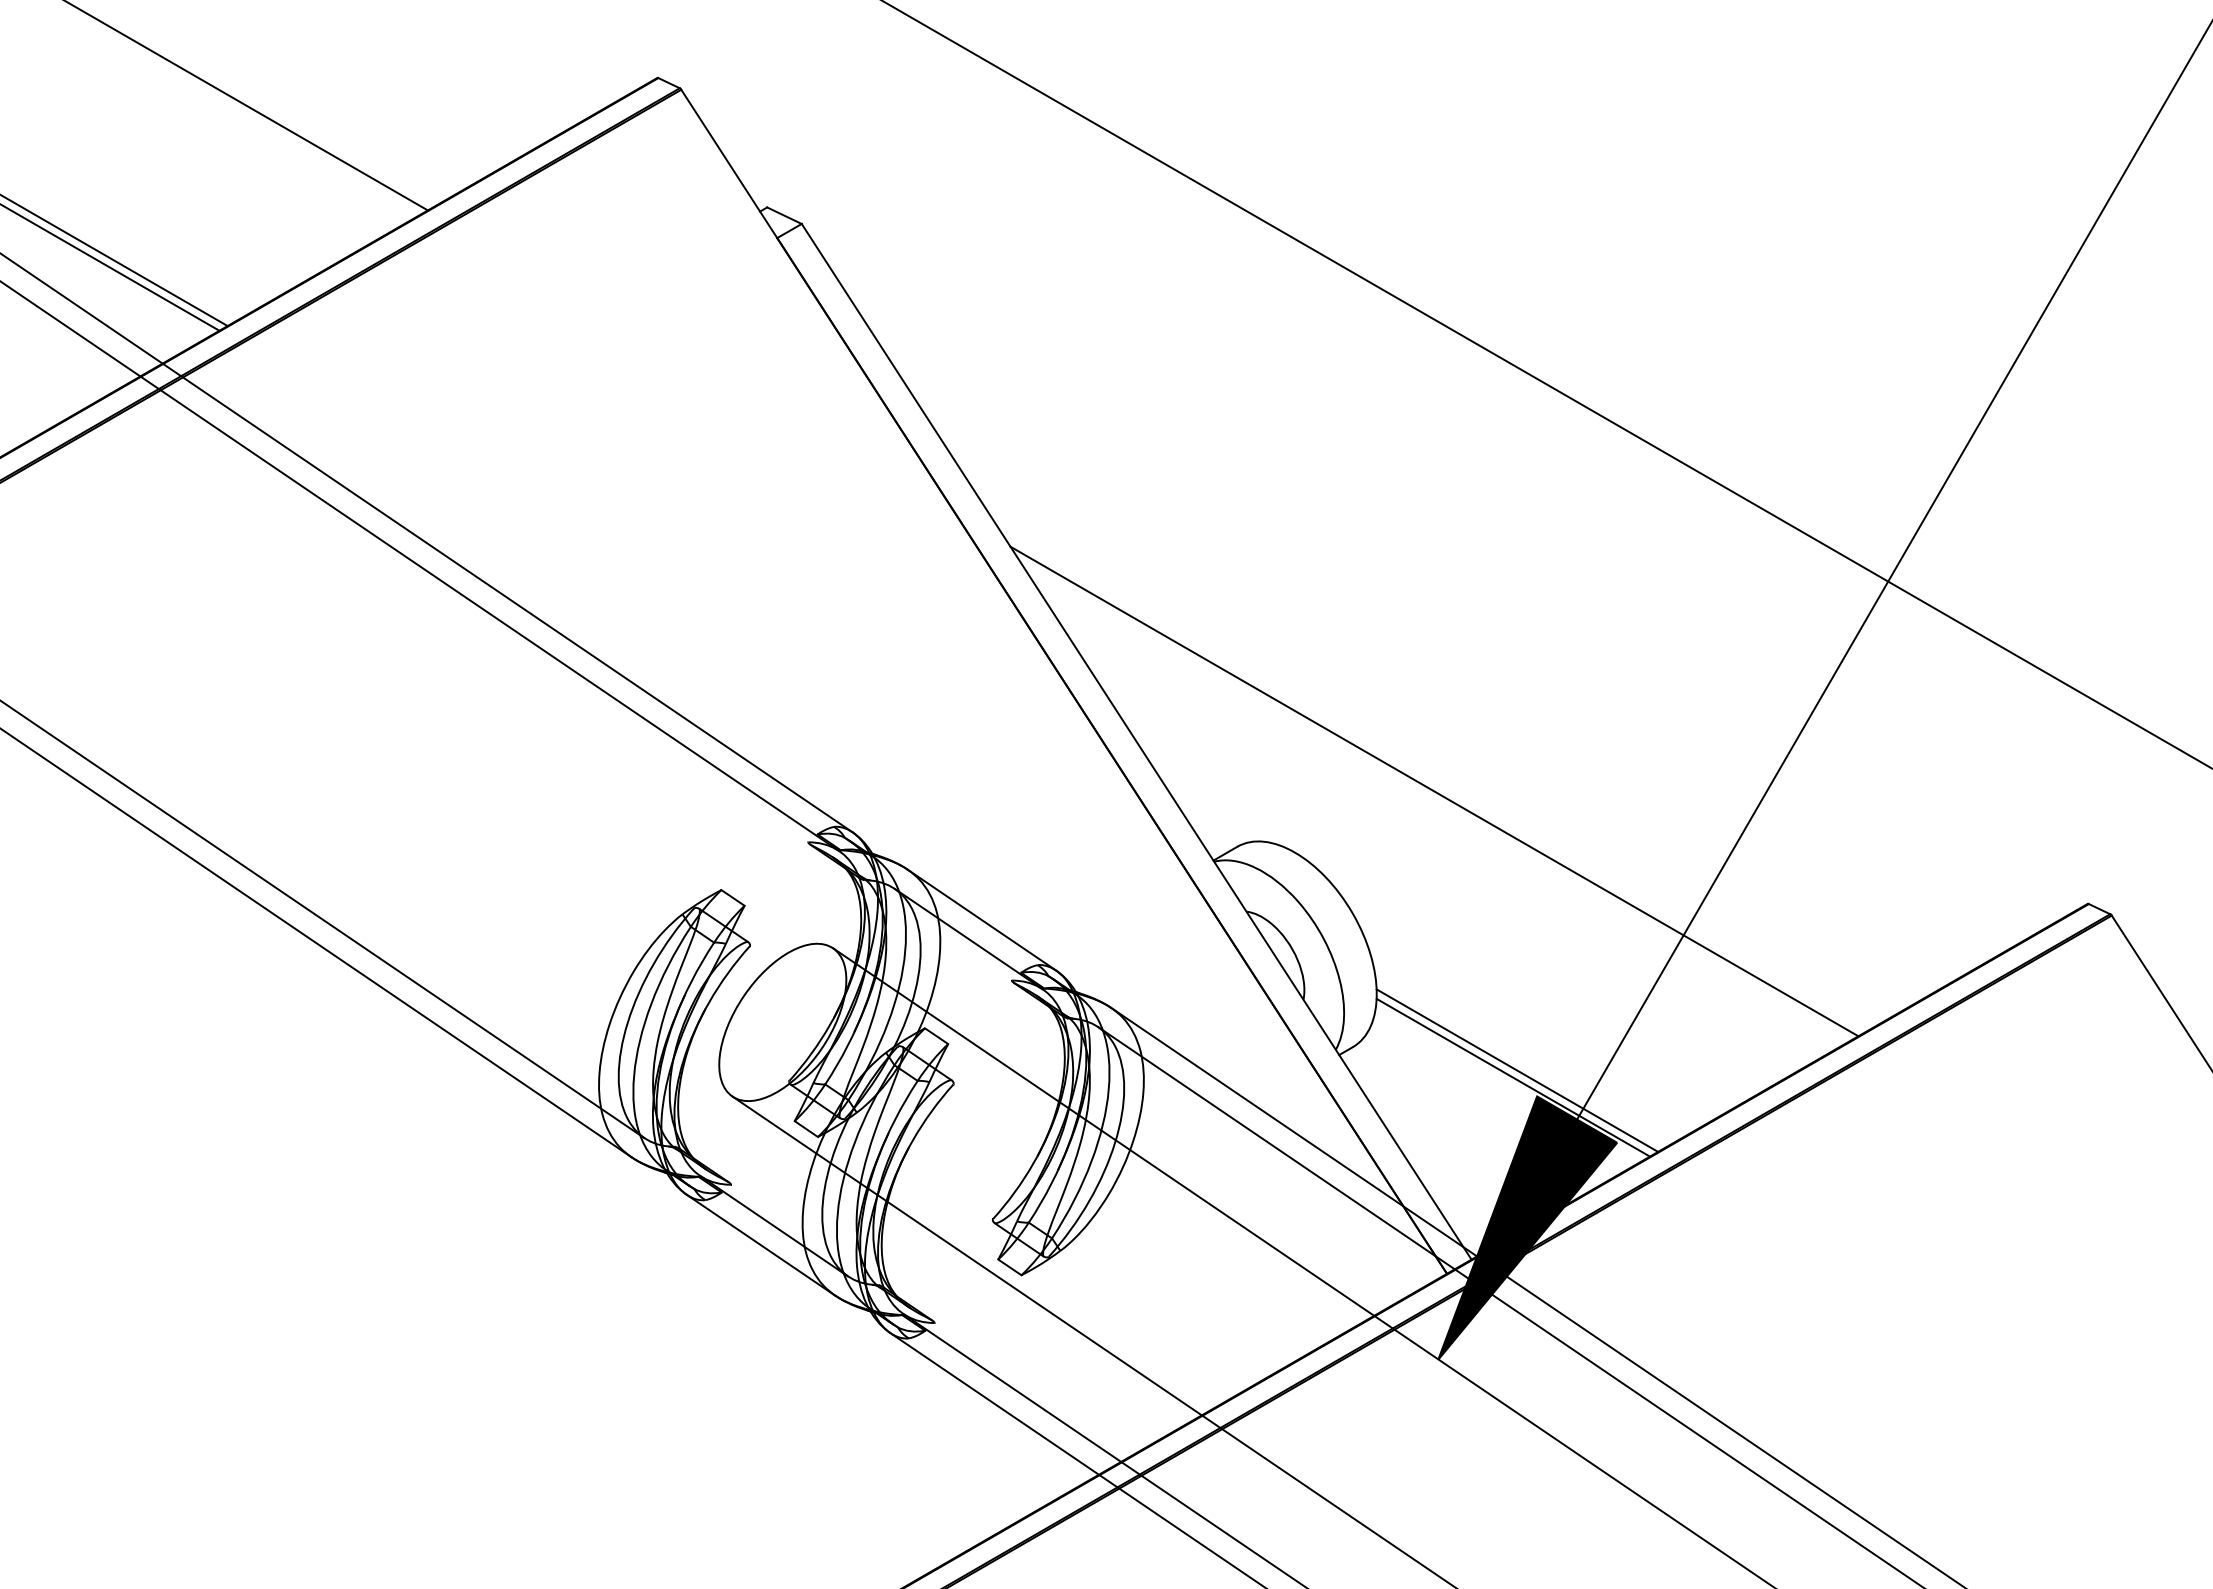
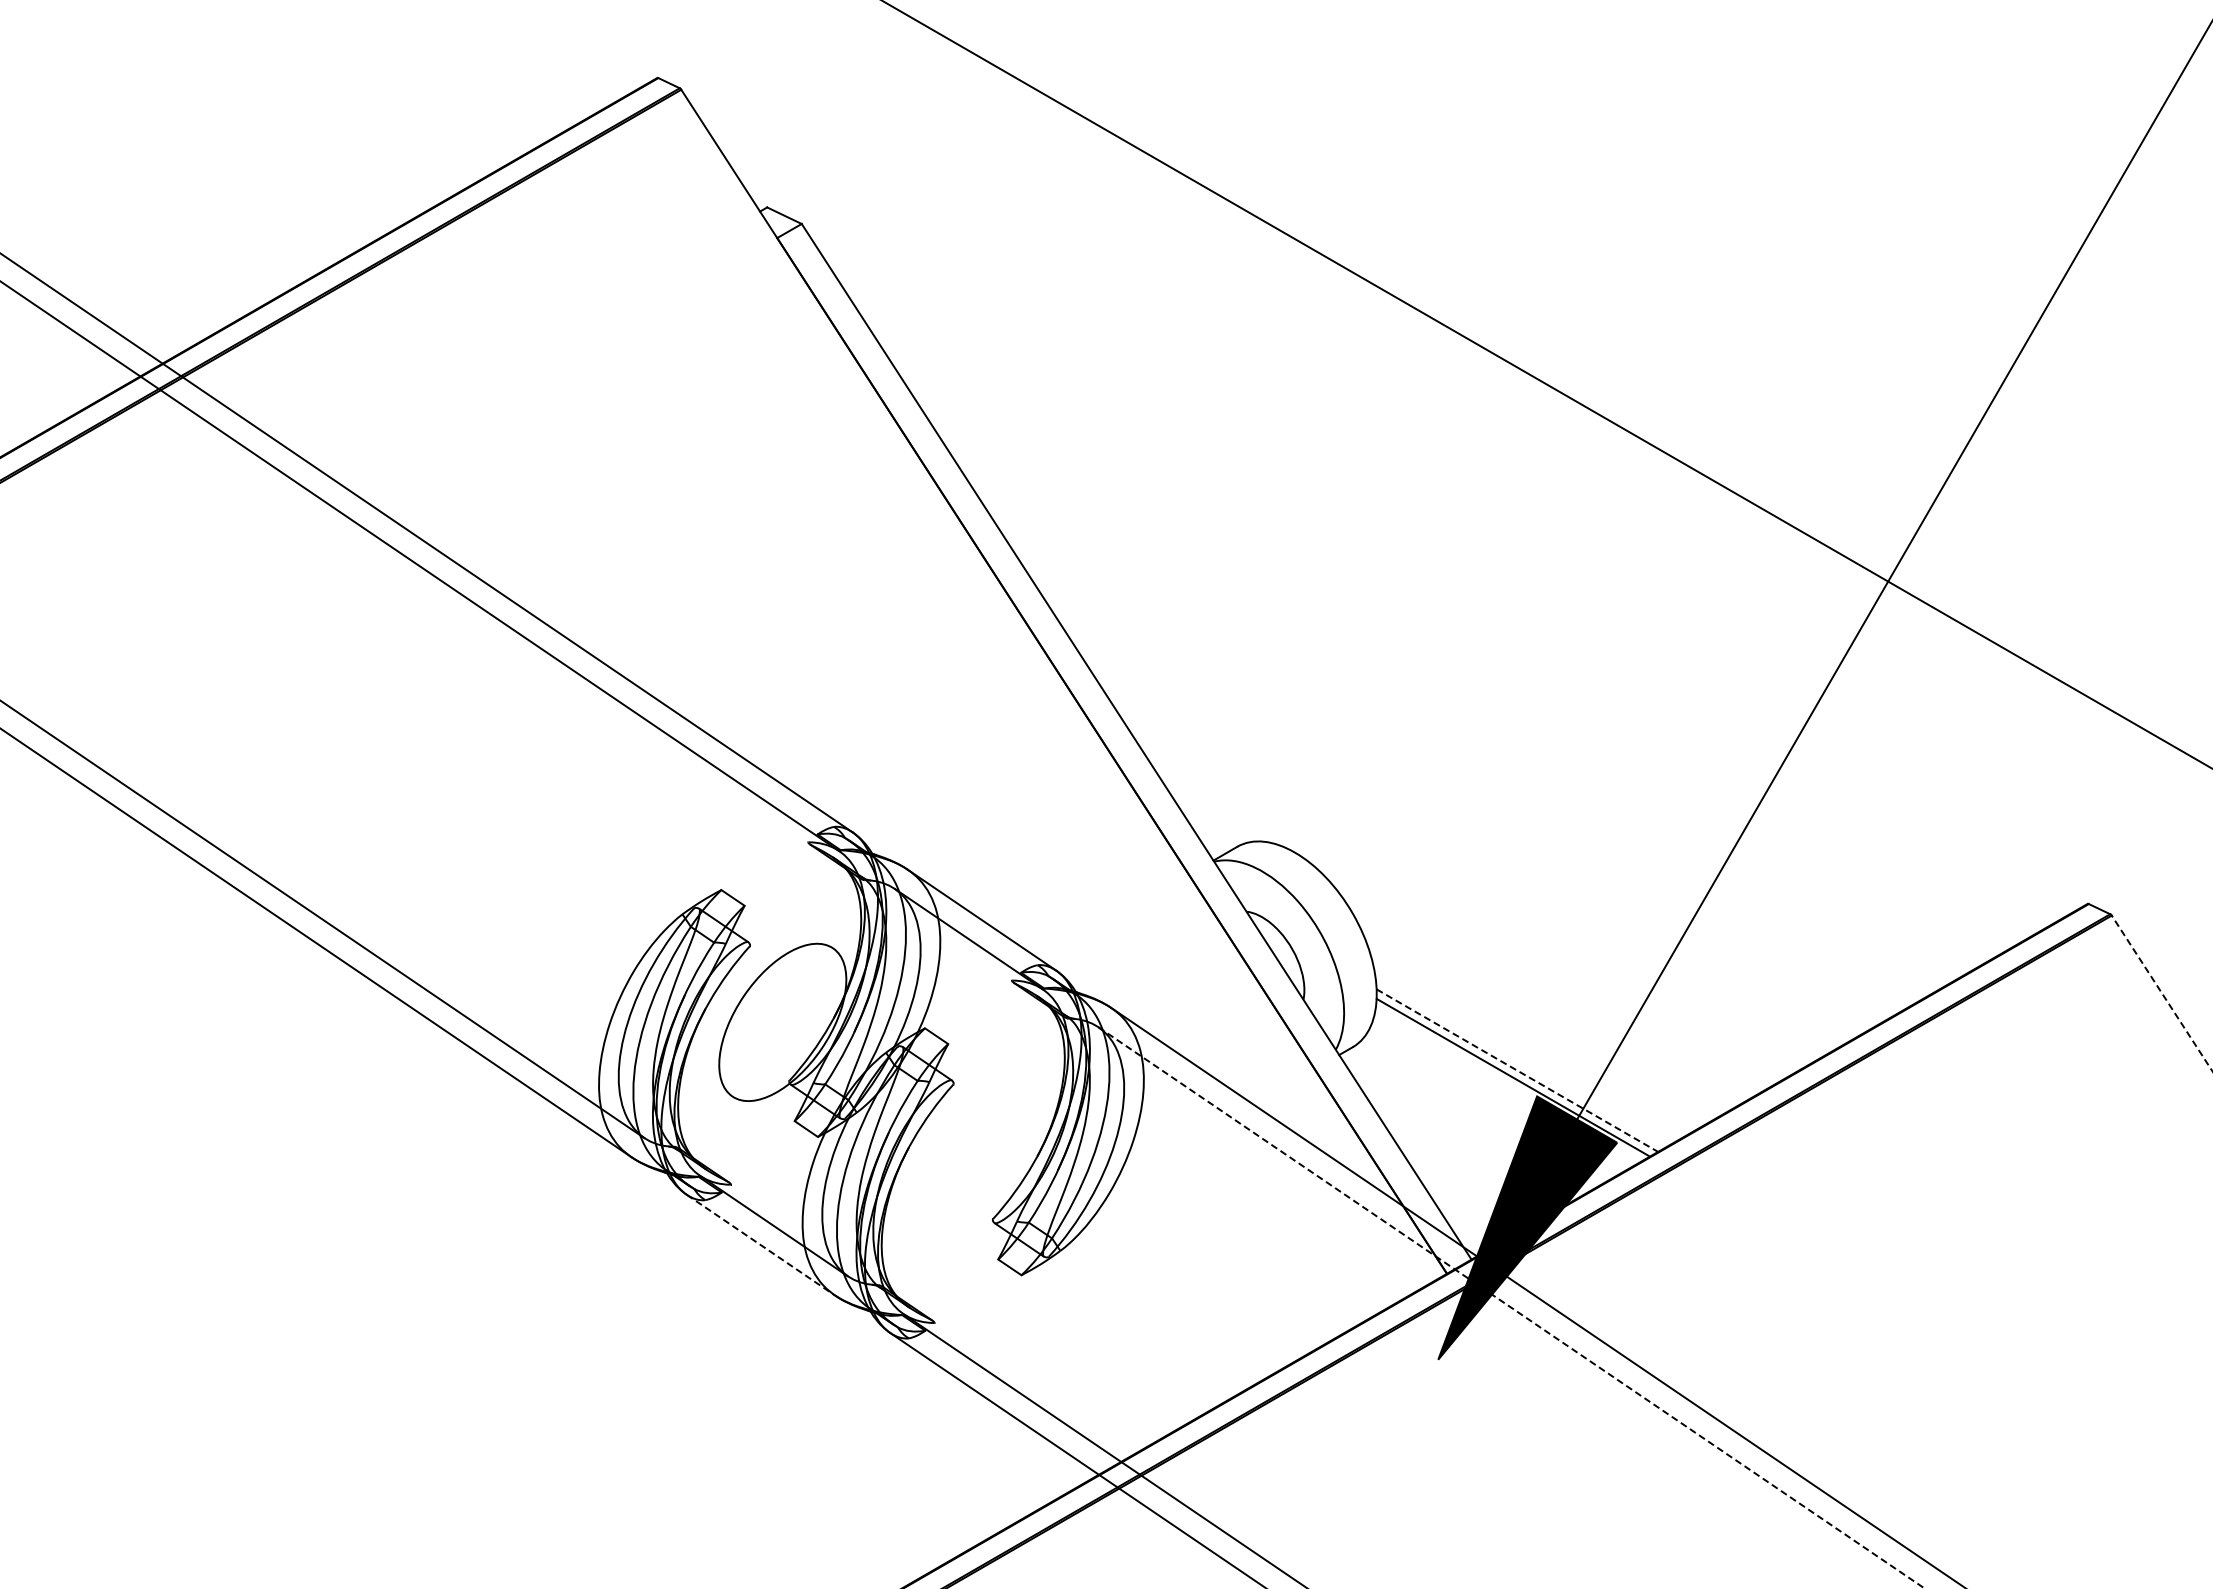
line at (247, 106): present -> none
line at (114, 261): present -> none
line at (110, 267): present -> none
line at (1434, 791): present -> none
line at (2162, 993): solid -> dashed
line at (1517, 1070): solid -> dashed
line at (761, 1245): solid -> dashed
line at (1302, 1266): present -> none
line at (1512, 1308): solid -> dashed
line at (1092, 1340): present -> none
